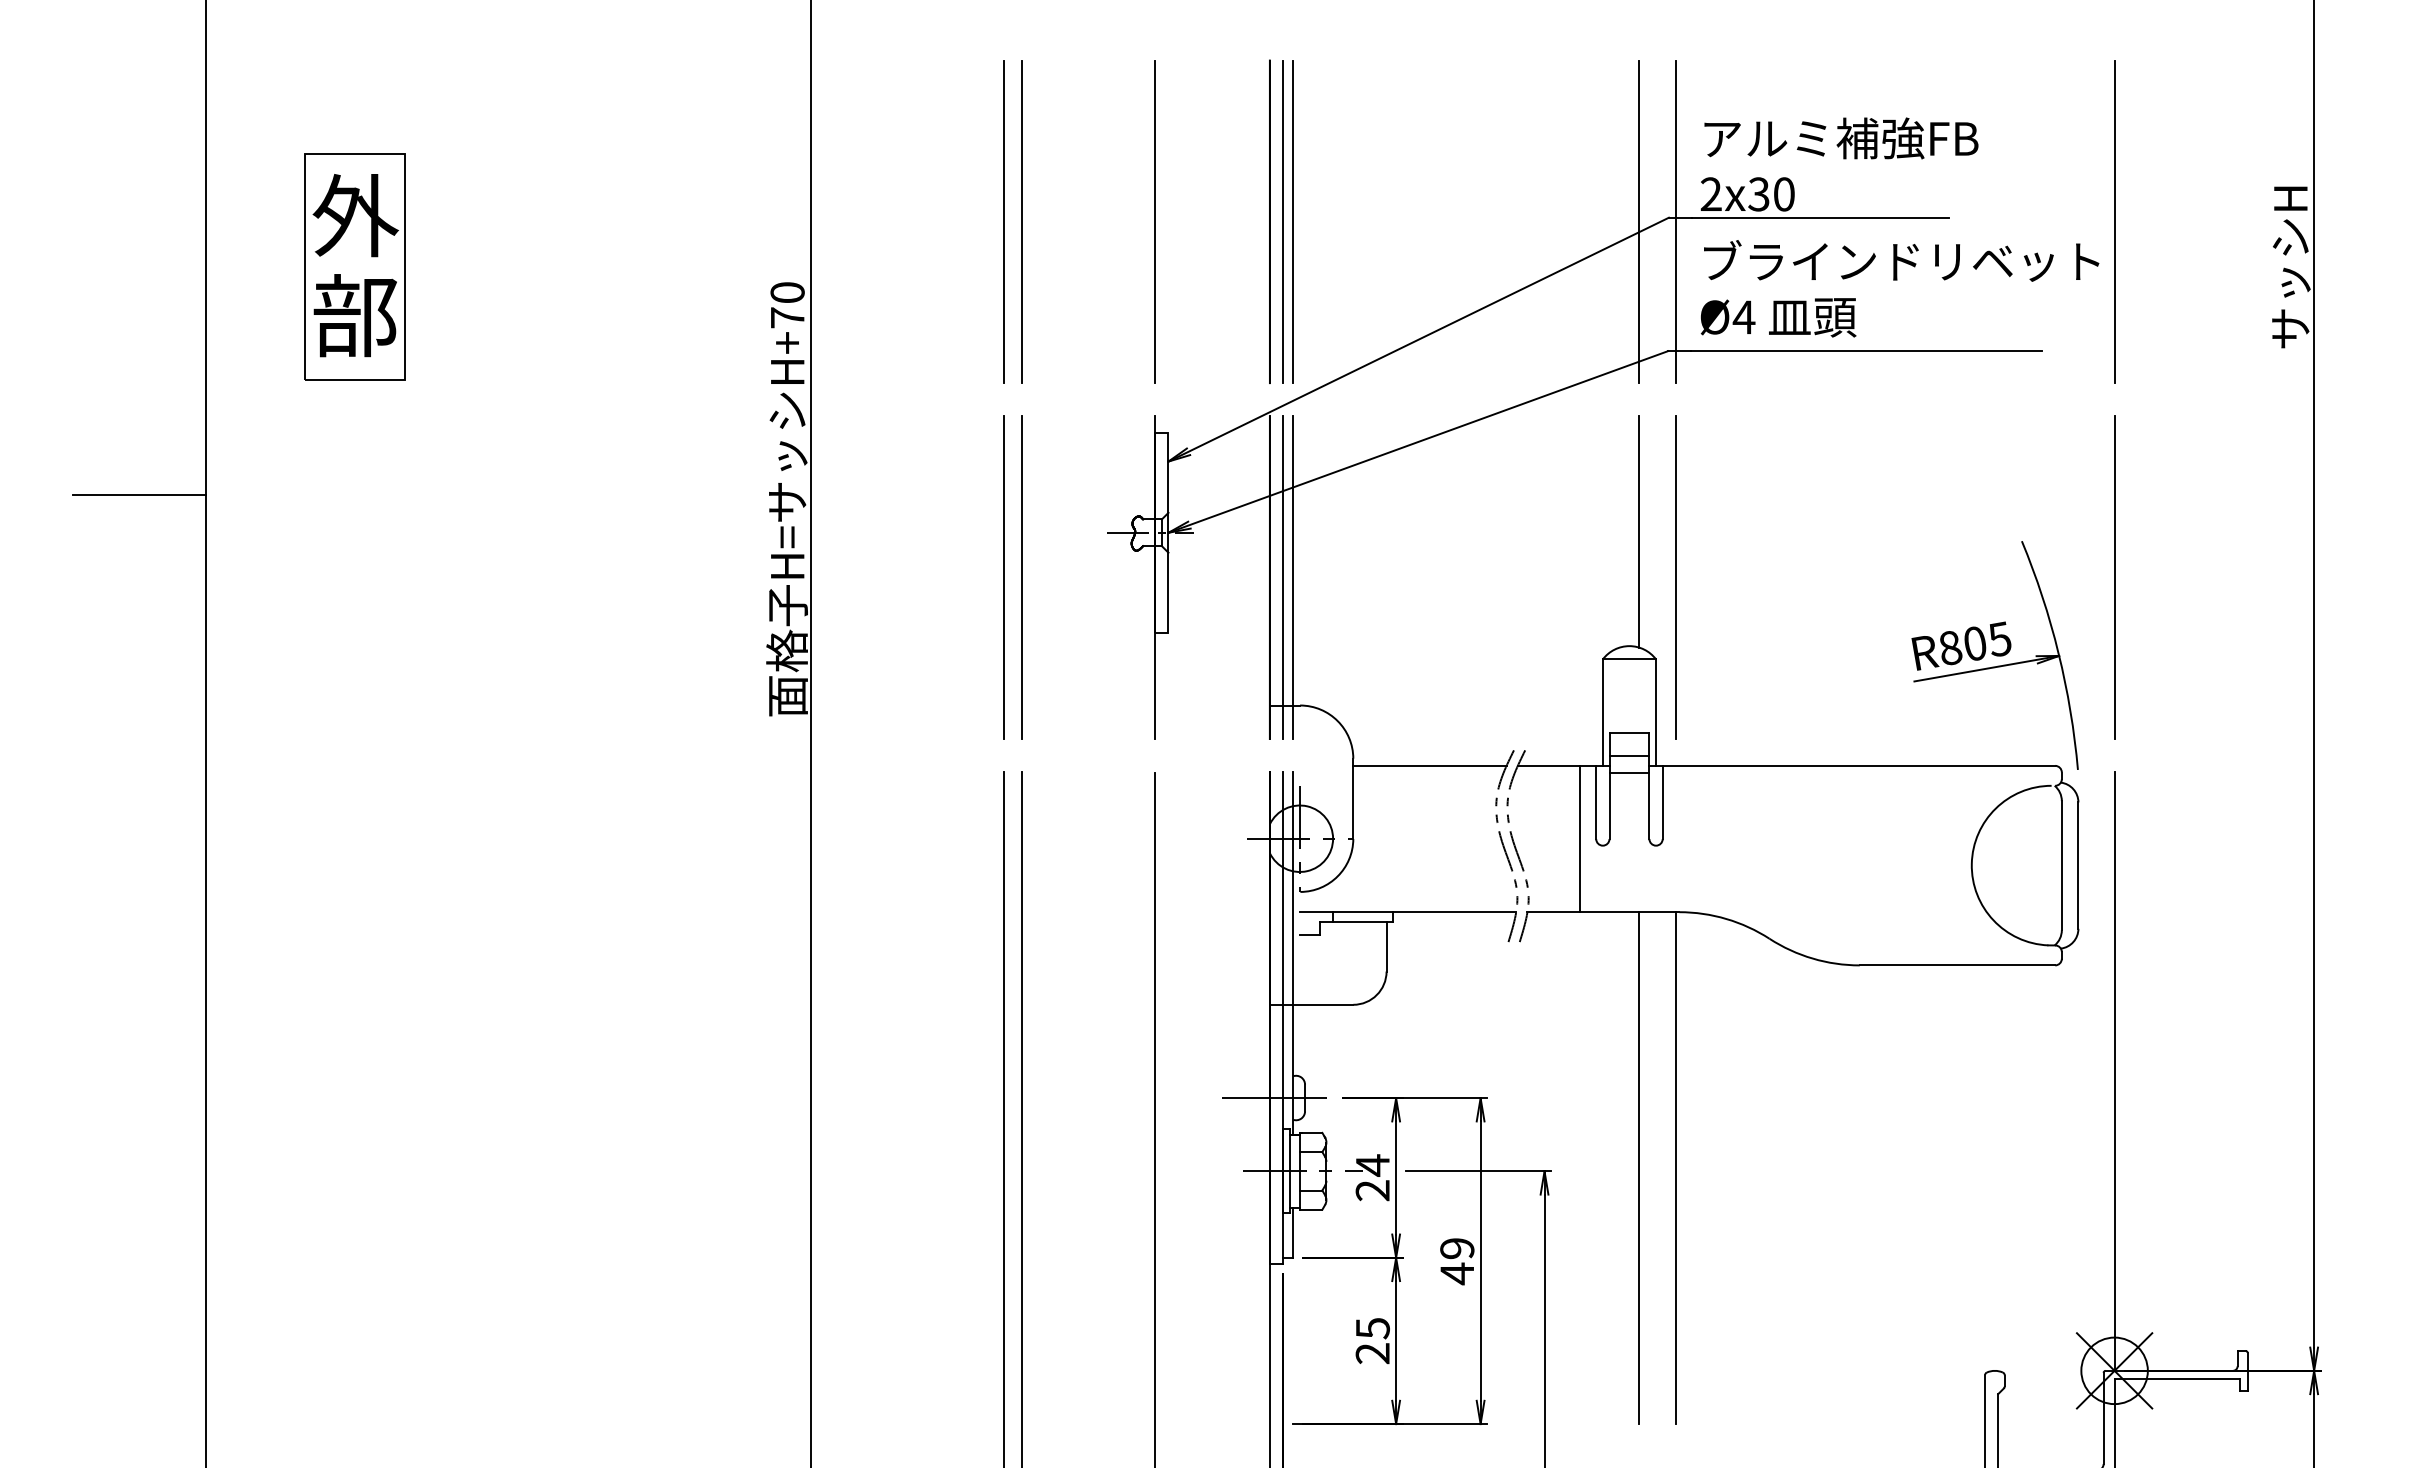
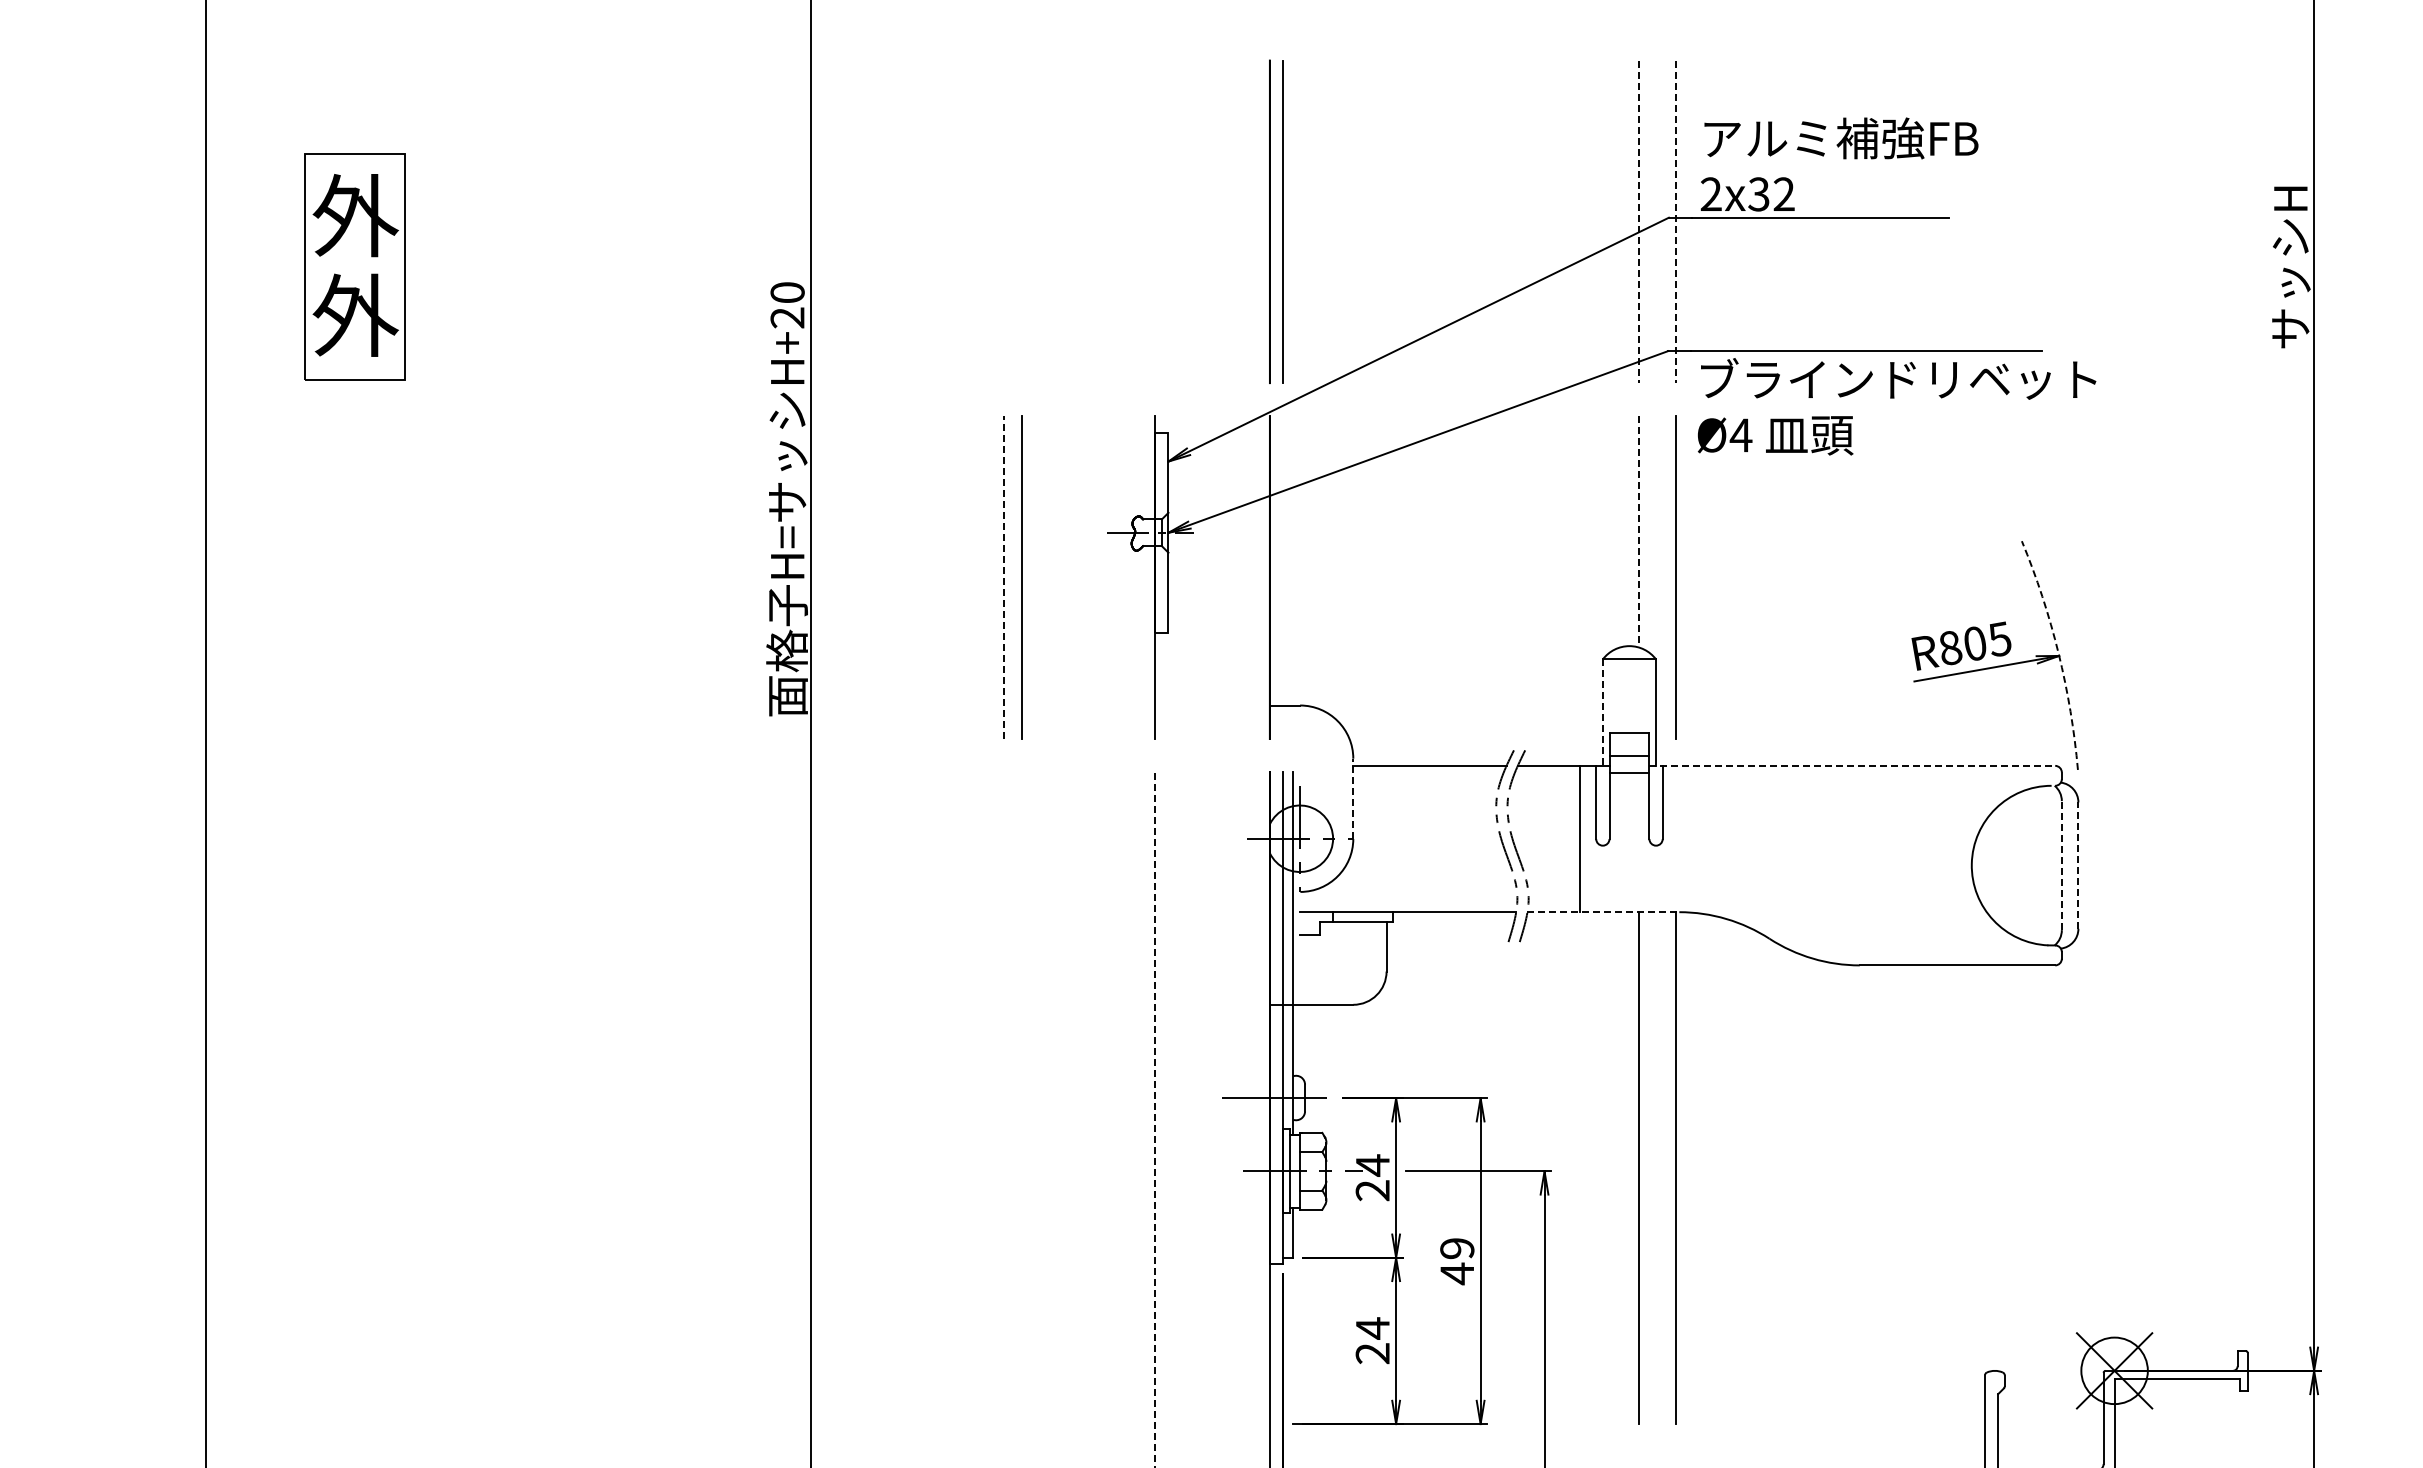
text at (1783, 194): 2x30 -> 2x32
line at (1003, 221): present -> none
line at (1022, 221): present -> none
line at (1155, 221): present -> none
line at (1292, 221): present -> none
line at (2114, 221): present -> none
line at (1639, 222): solid -> dashed
line at (1675, 222): solid -> dashed
text at (1899, 288) position: (1899, 288) -> (1896, 406)
text at (355, 315): 部 -> 外
text at (787, 317): H+70 -> H+20
line at (138, 495): present -> none
line at (1639, 531): solid -> dashed
line at (1003, 577): solid -> dashed
line at (1283, 577): present -> none
line at (1293, 577): present -> none
line at (2114, 577): present -> none
arc at (2058, 653): solid -> dashed
line at (1602, 713): solid -> dashed
line at (1852, 765): solid -> dashed
line at (1353, 798): solid -> dashed
line at (2061, 865): solid -> dashed
line at (2078, 865): solid -> dashed
line at (1603, 912): solid -> dashed
line at (2114, 1071): present -> none
line at (1003, 1118): present -> none
line at (1022, 1118): present -> none
line at (1155, 1120): solid -> dashed
text at (1372, 1328): 25 -> 24
